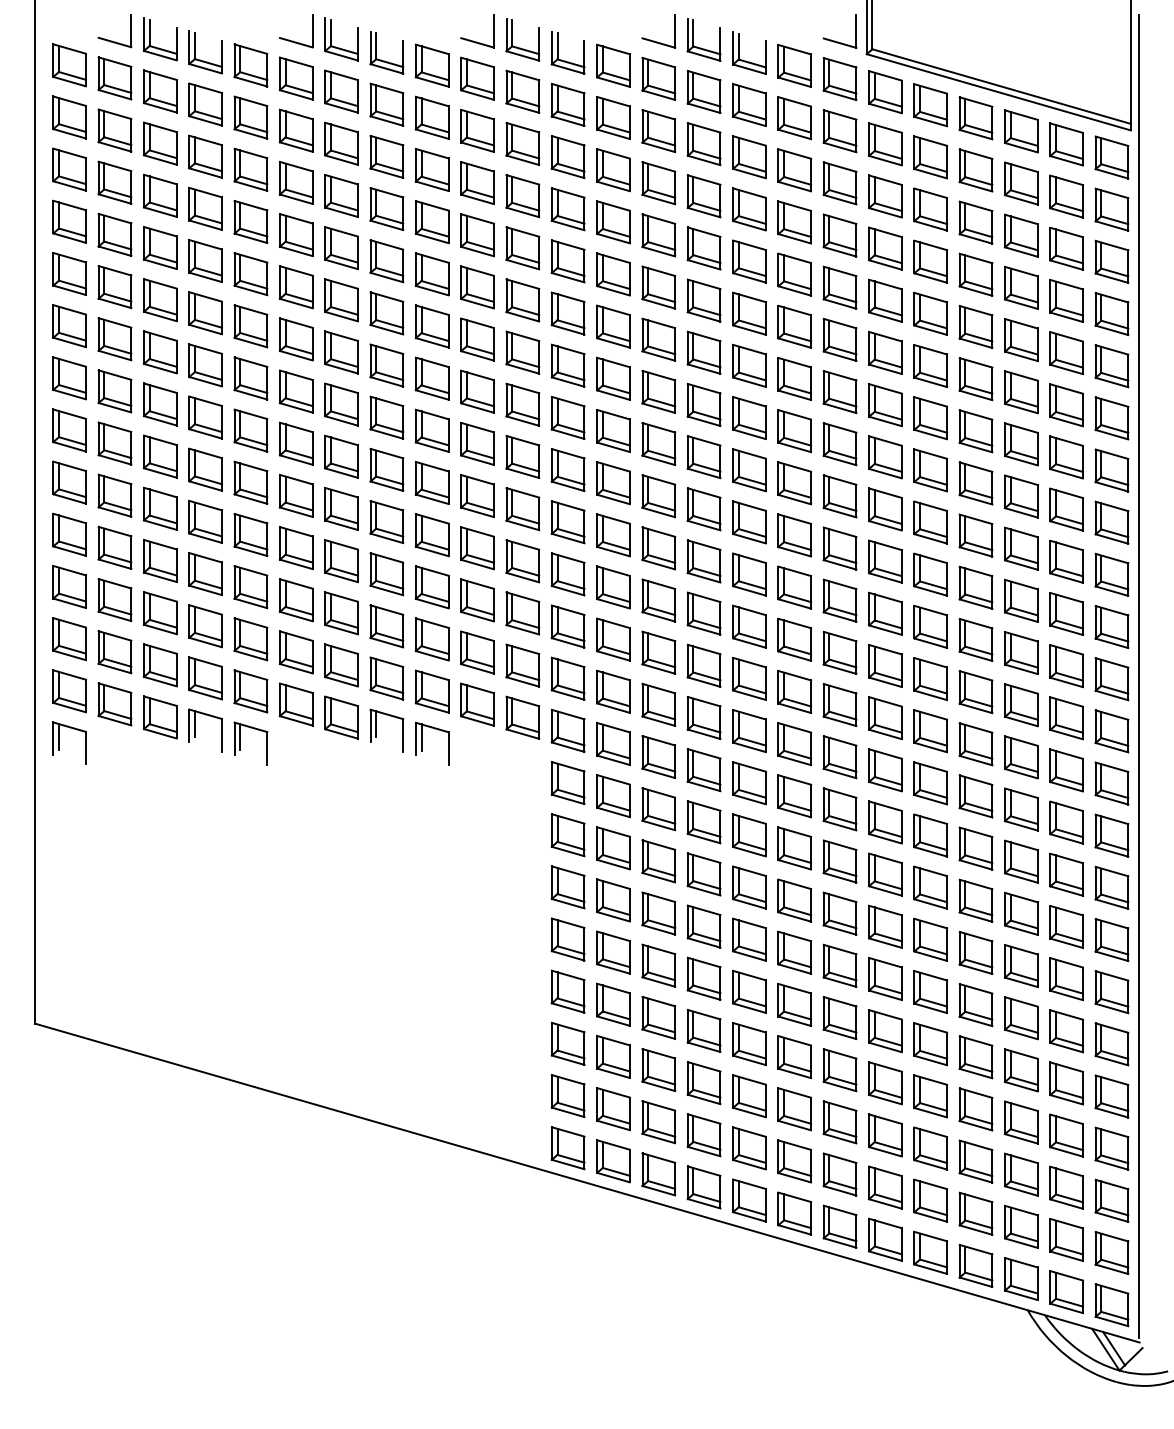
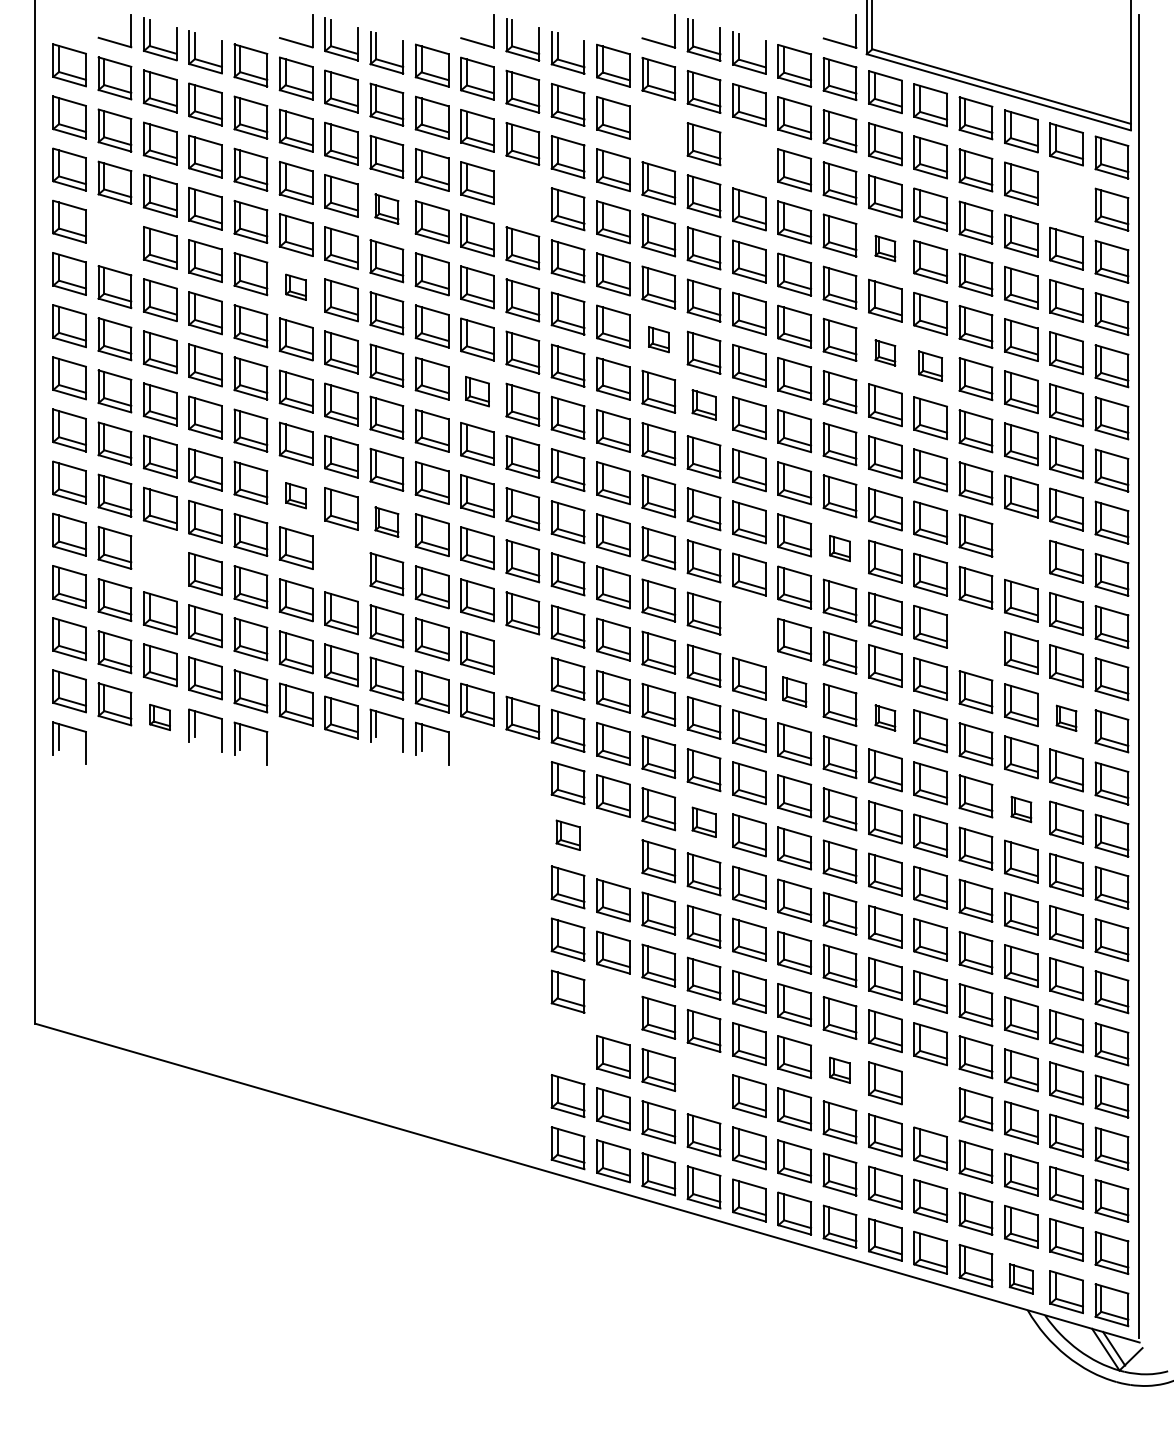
part at (658, 131): present -> none
part at (749, 157): present -> none
part at (522, 196): present -> none
part at (1066, 196): present -> none
part at (386, 209) size: 36x45 px -> 26x32 px
part at (114, 234): present -> none
part at (885, 248) size: 35x45 px -> 23x28 px
part at (295, 287) size: 36x45 px -> 22x28 px
part at (658, 339) size: 36x45 px -> 22x28 px
part at (885, 352) size: 35x44 px -> 23x28 px
part at (930, 366) size: 35x45 px -> 26x32 px
part at (477, 391) size: 35x45 px -> 25x32 px
part at (703, 404) size: 36x44 px -> 26x32 px
part at (295, 495) size: 36x45 px -> 22x28 px
part at (386, 522) size: 36x45 px -> 26x32 px
part at (839, 548) size: 36x45 px -> 22x28 px
part at (1021, 548): present -> none
part at (159, 560): present -> none
part at (341, 561): present -> none
part at (749, 626): present -> none
part at (975, 639): present -> none
part at (522, 665): present -> none
part at (794, 691) size: 36x44 px -> 26x32 px
part at (159, 717) size: 36x45 px -> 22x28 px
part at (885, 717) size: 35x44 px -> 23x28 px
part at (1066, 718) size: 35x45 px -> 23x28 px
part at (1021, 809) size: 35x45 px -> 23x28 px
part at (703, 822) size: 36x45 px -> 26x32 px
part at (567, 835) size: 36x45 px -> 26x32 px
part at (613, 848): present -> none
part at (613, 1004): present -> none
part at (567, 1043): present -> none
part at (839, 1070) size: 36x45 px -> 22x28 px
part at (703, 1083): present -> none
part at (930, 1096): present -> none
part at (1021, 1278) size: 35x44 px -> 26x32 px
